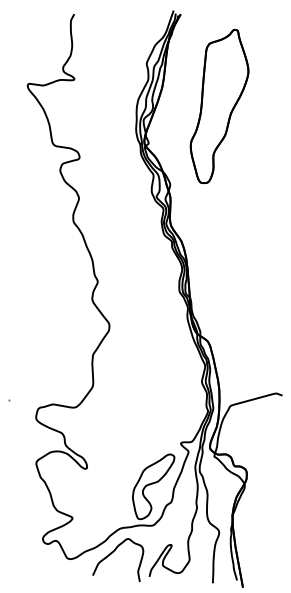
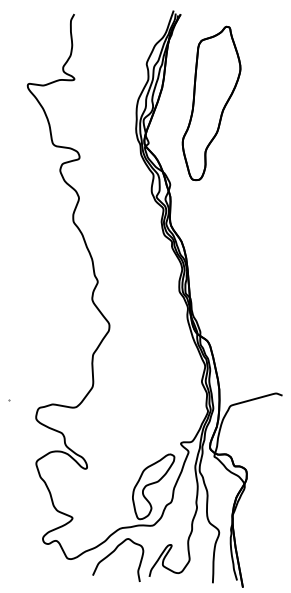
part at (219, 106) position: (219, 106) -> (211, 103)
